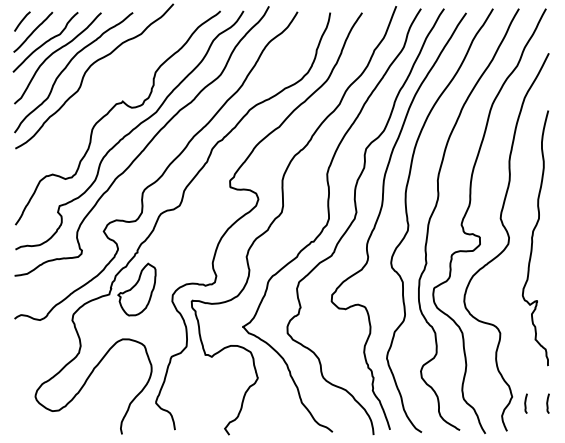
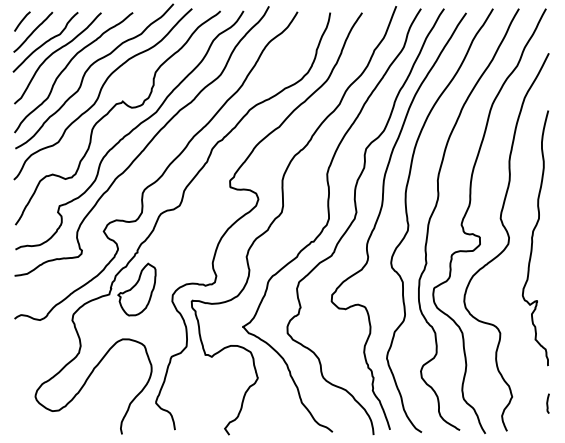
curve at (100, 94): none -> present
line at (525, 403): present -> none
